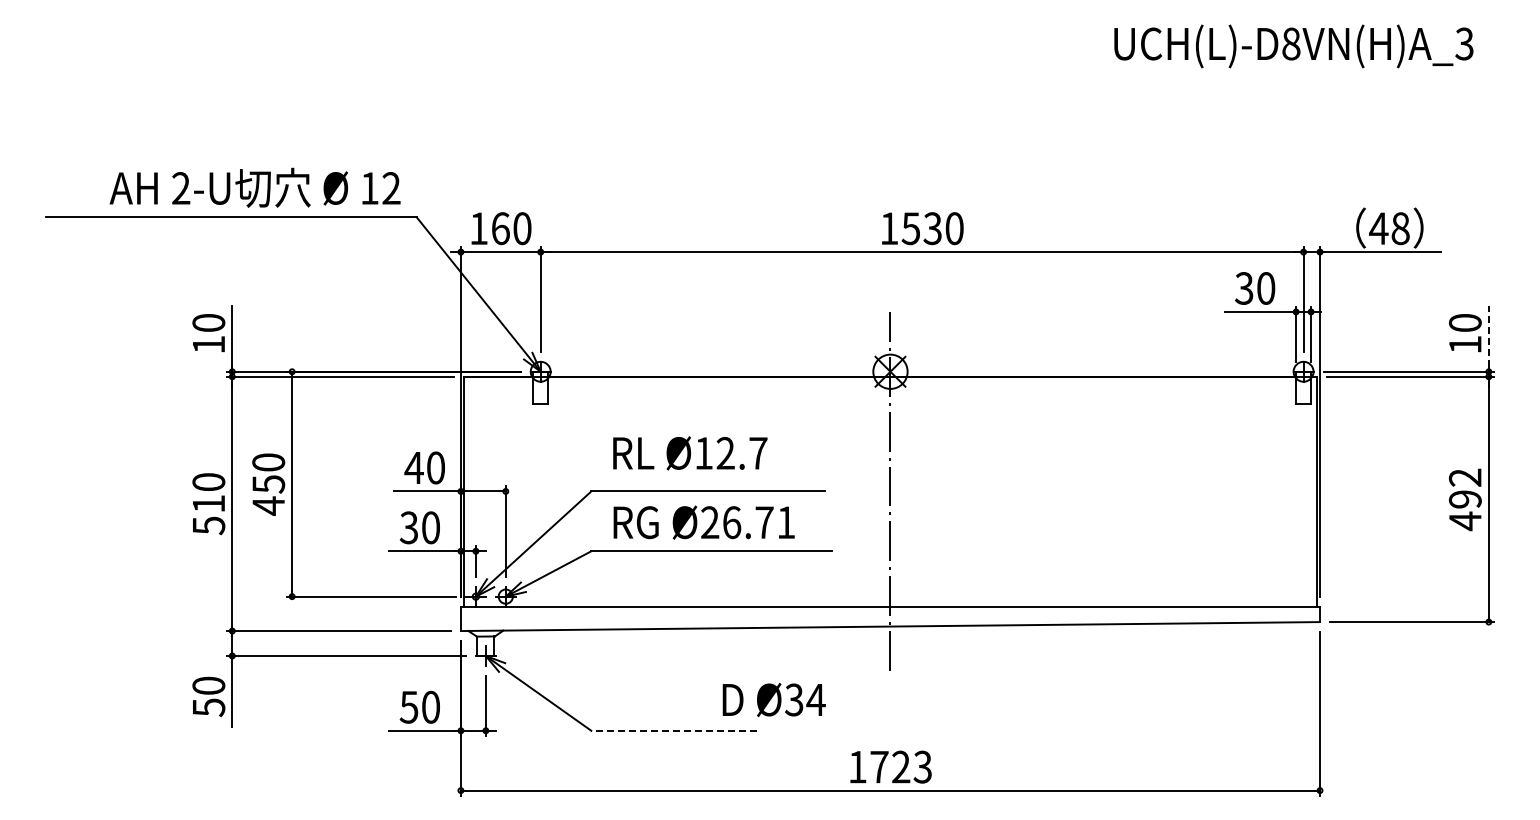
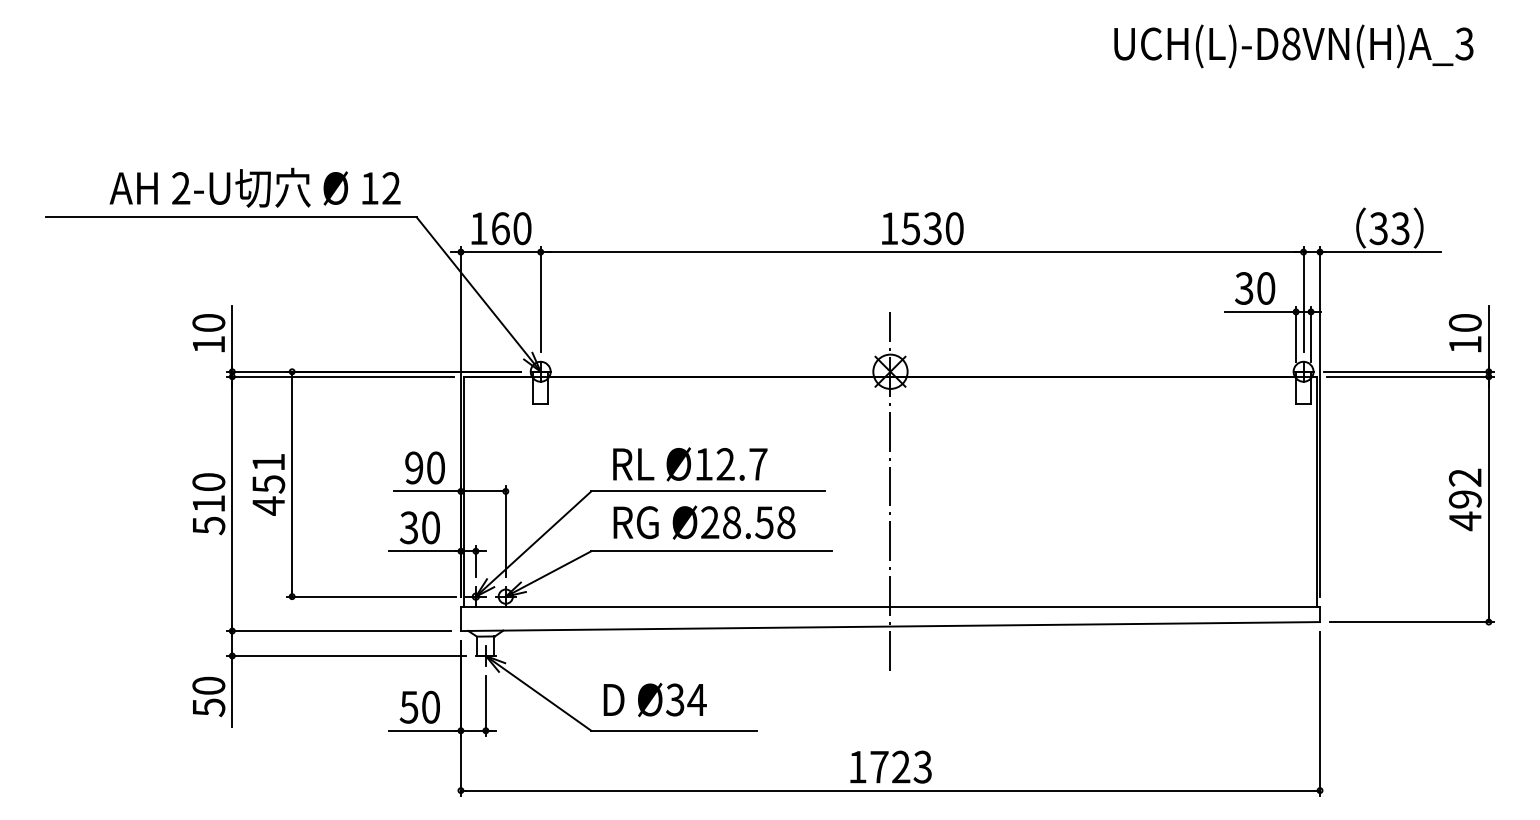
text at (1389, 228): 48 -> 33
line at (1488, 335): dashed -> solid
text at (690, 453) position: (690, 453) -> (690, 464)
text at (268, 462): 450 -> 451
text at (413, 467): 40 -> 90
text at (759, 522): Ø26.71 -> Ø28.58
text at (773, 699) position: (773, 699) -> (654, 699)
line at (674, 730): dashed -> solid
